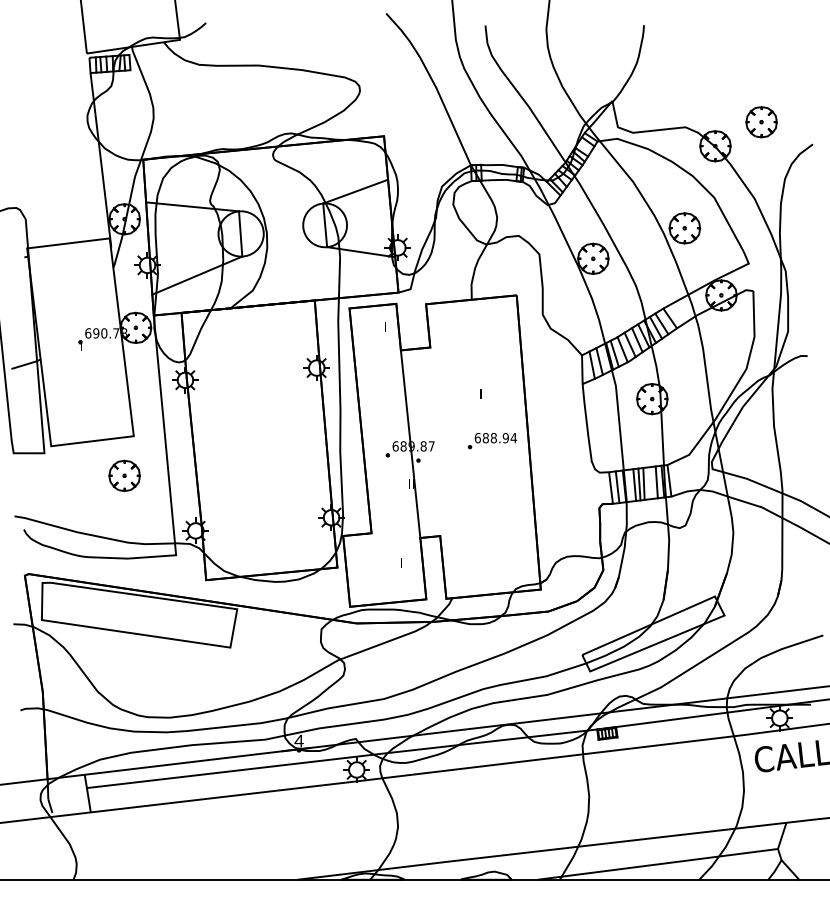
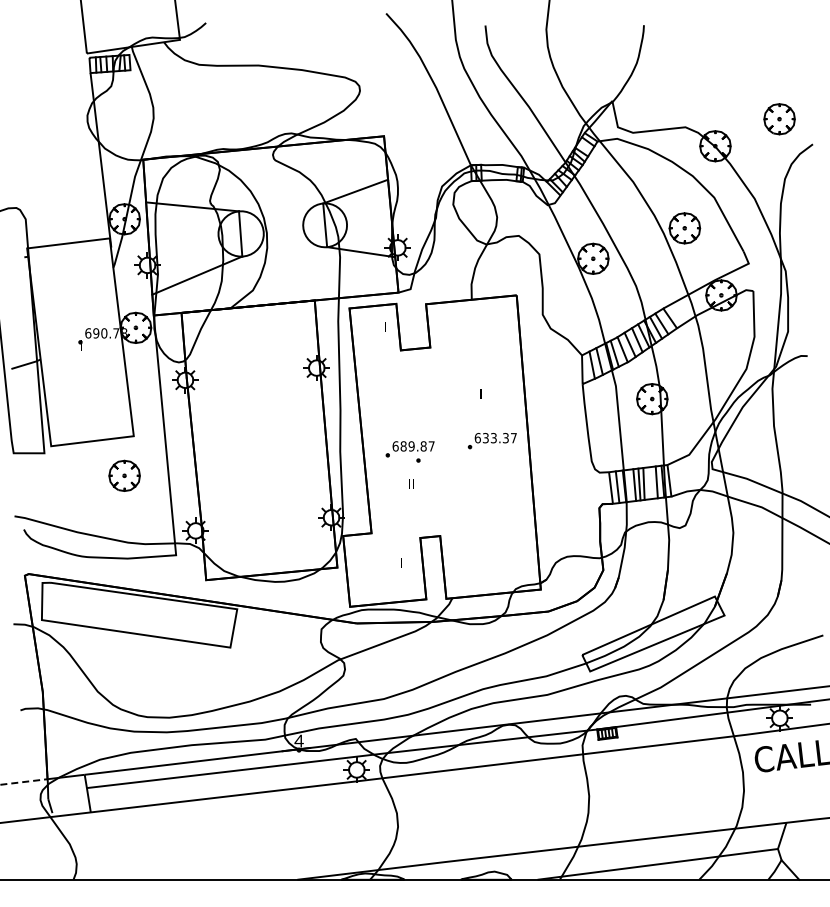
part at (761, 122) position: (761, 122) -> (779, 119)
text at (499, 438): 688.94 -> 633.37
line at (410, 444): present -> none
line at (24, 782): solid -> dashed
